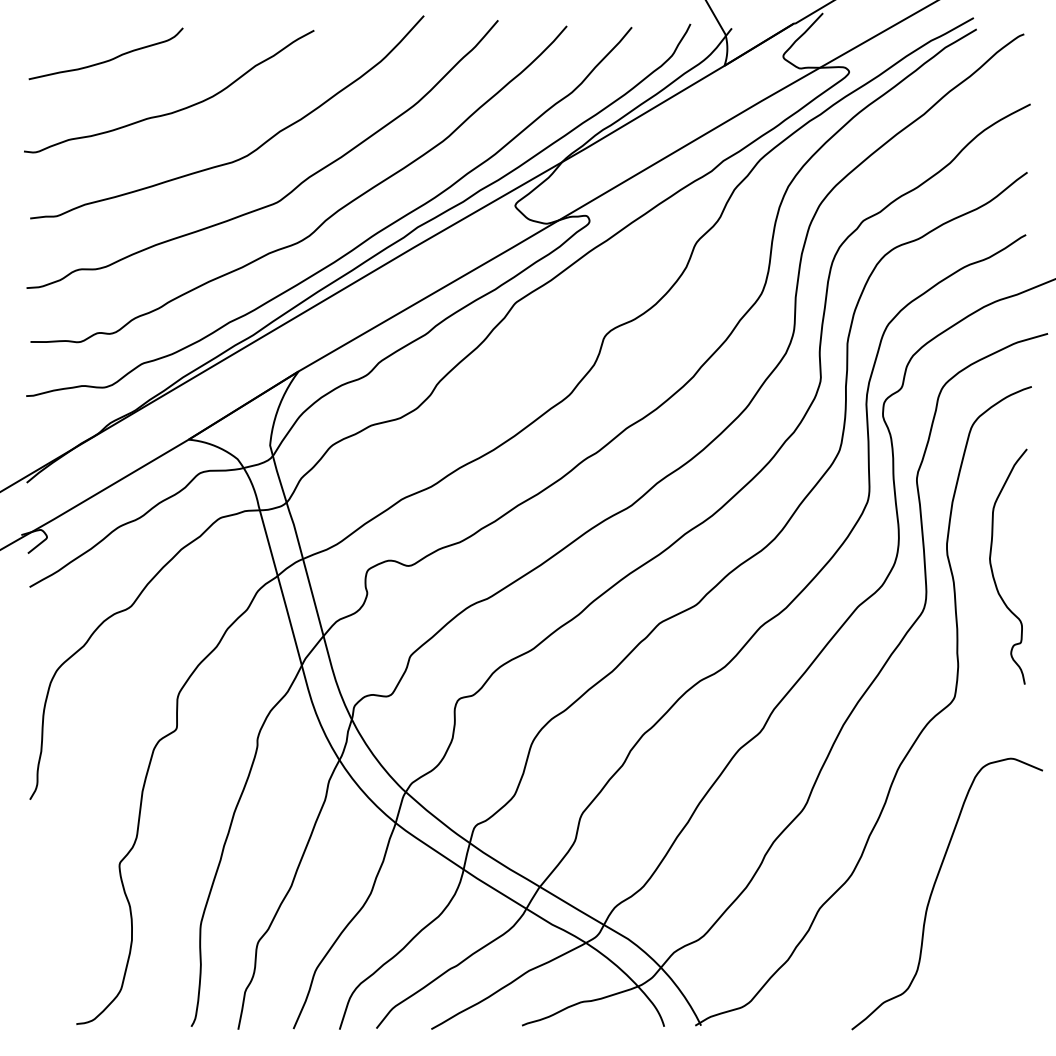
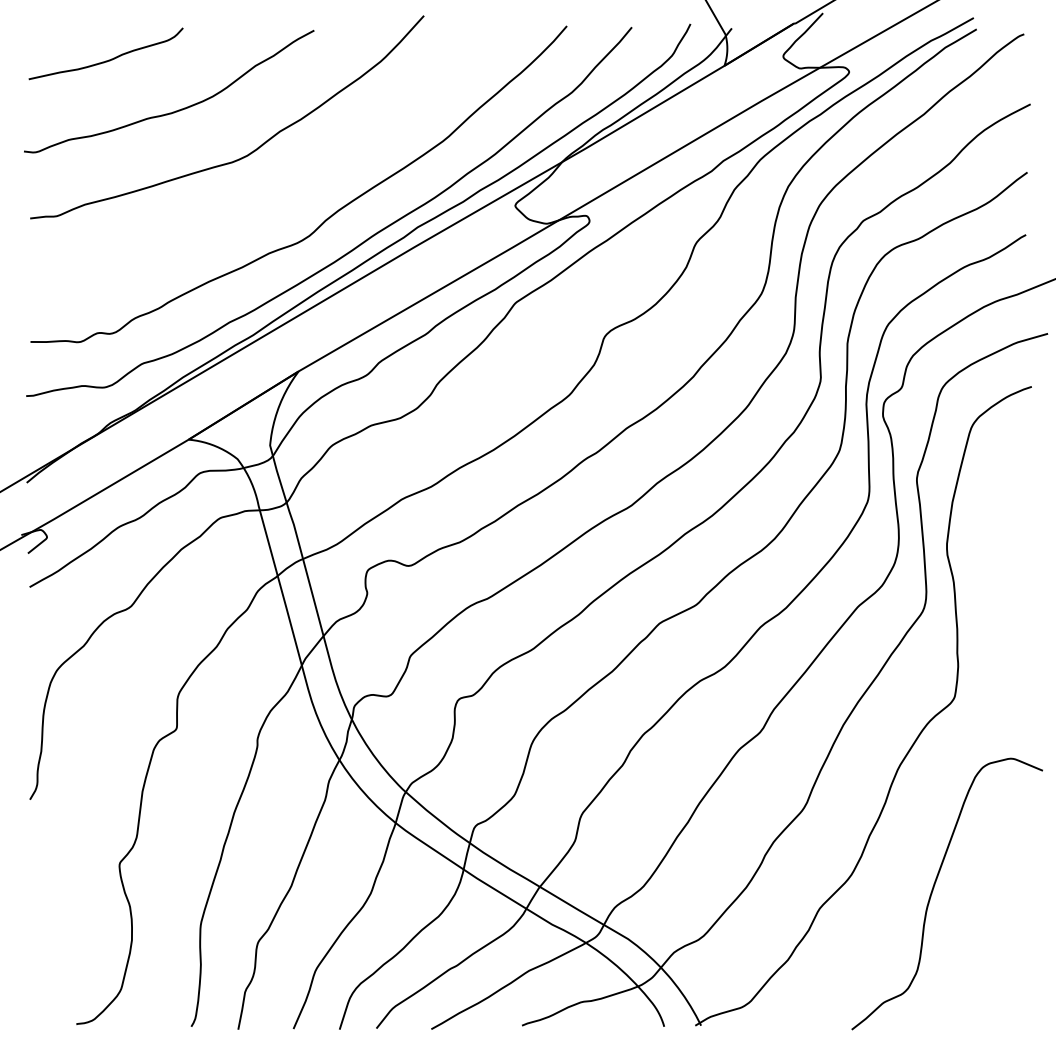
curve at (293, 188): present -> none
curve at (992, 567): present -> none
